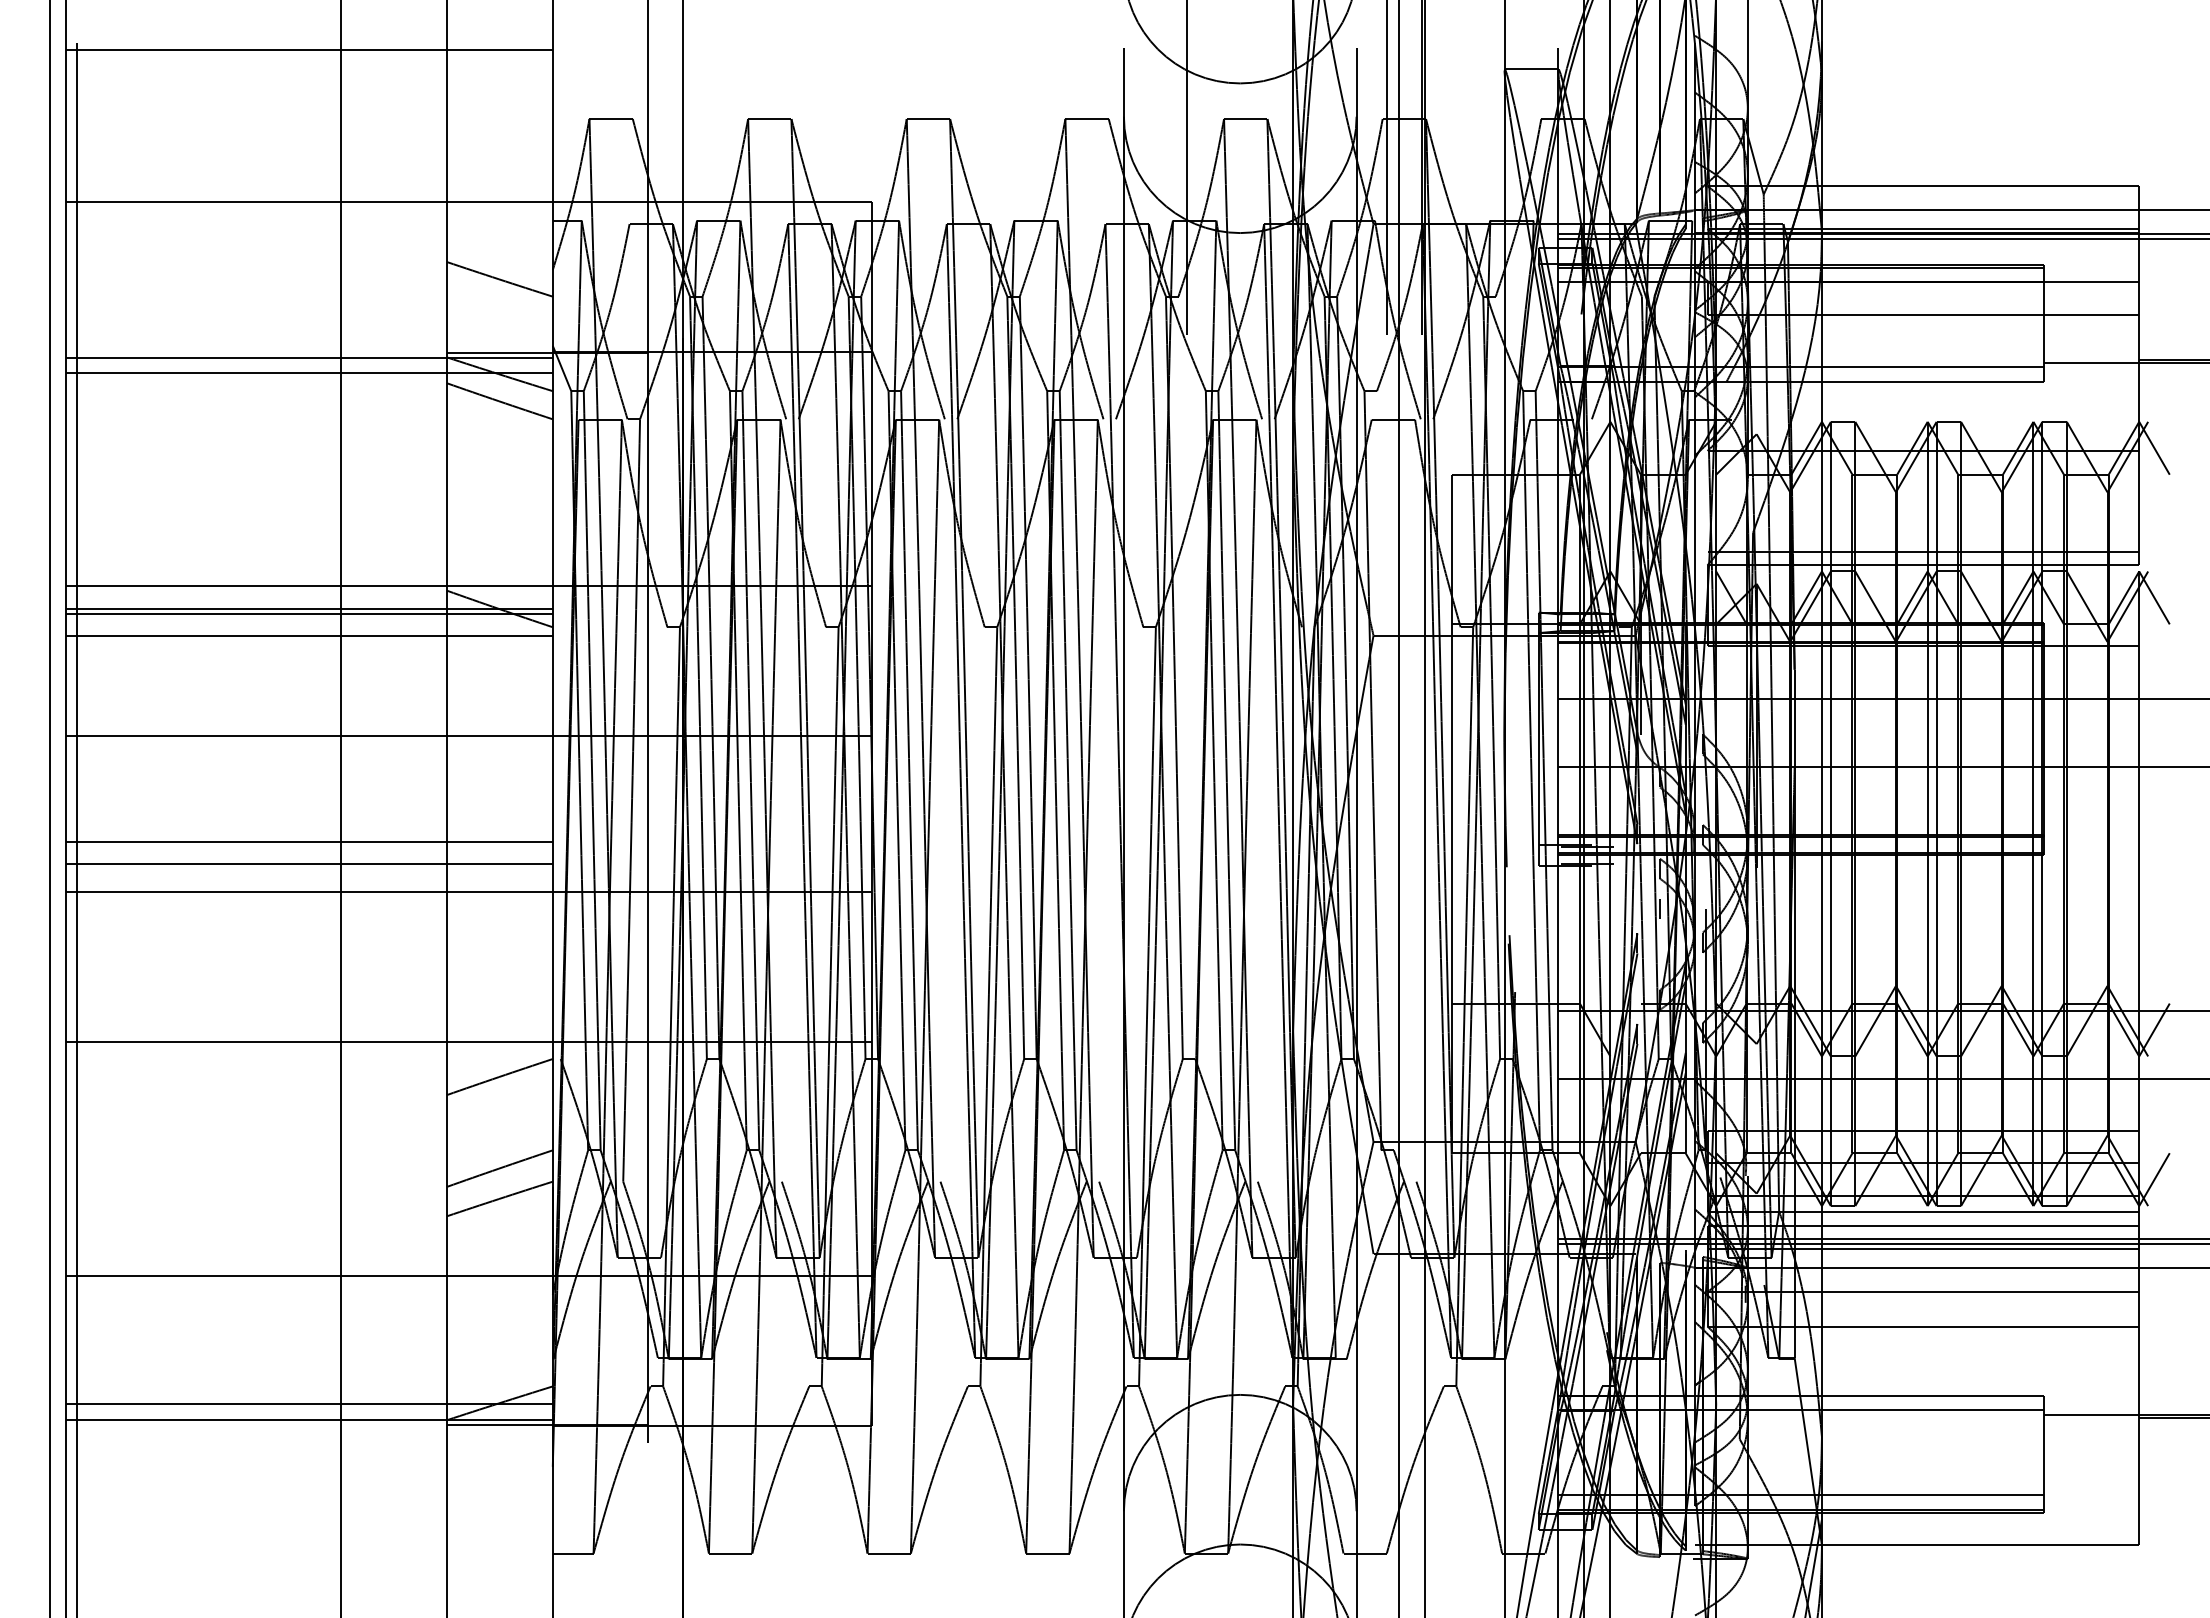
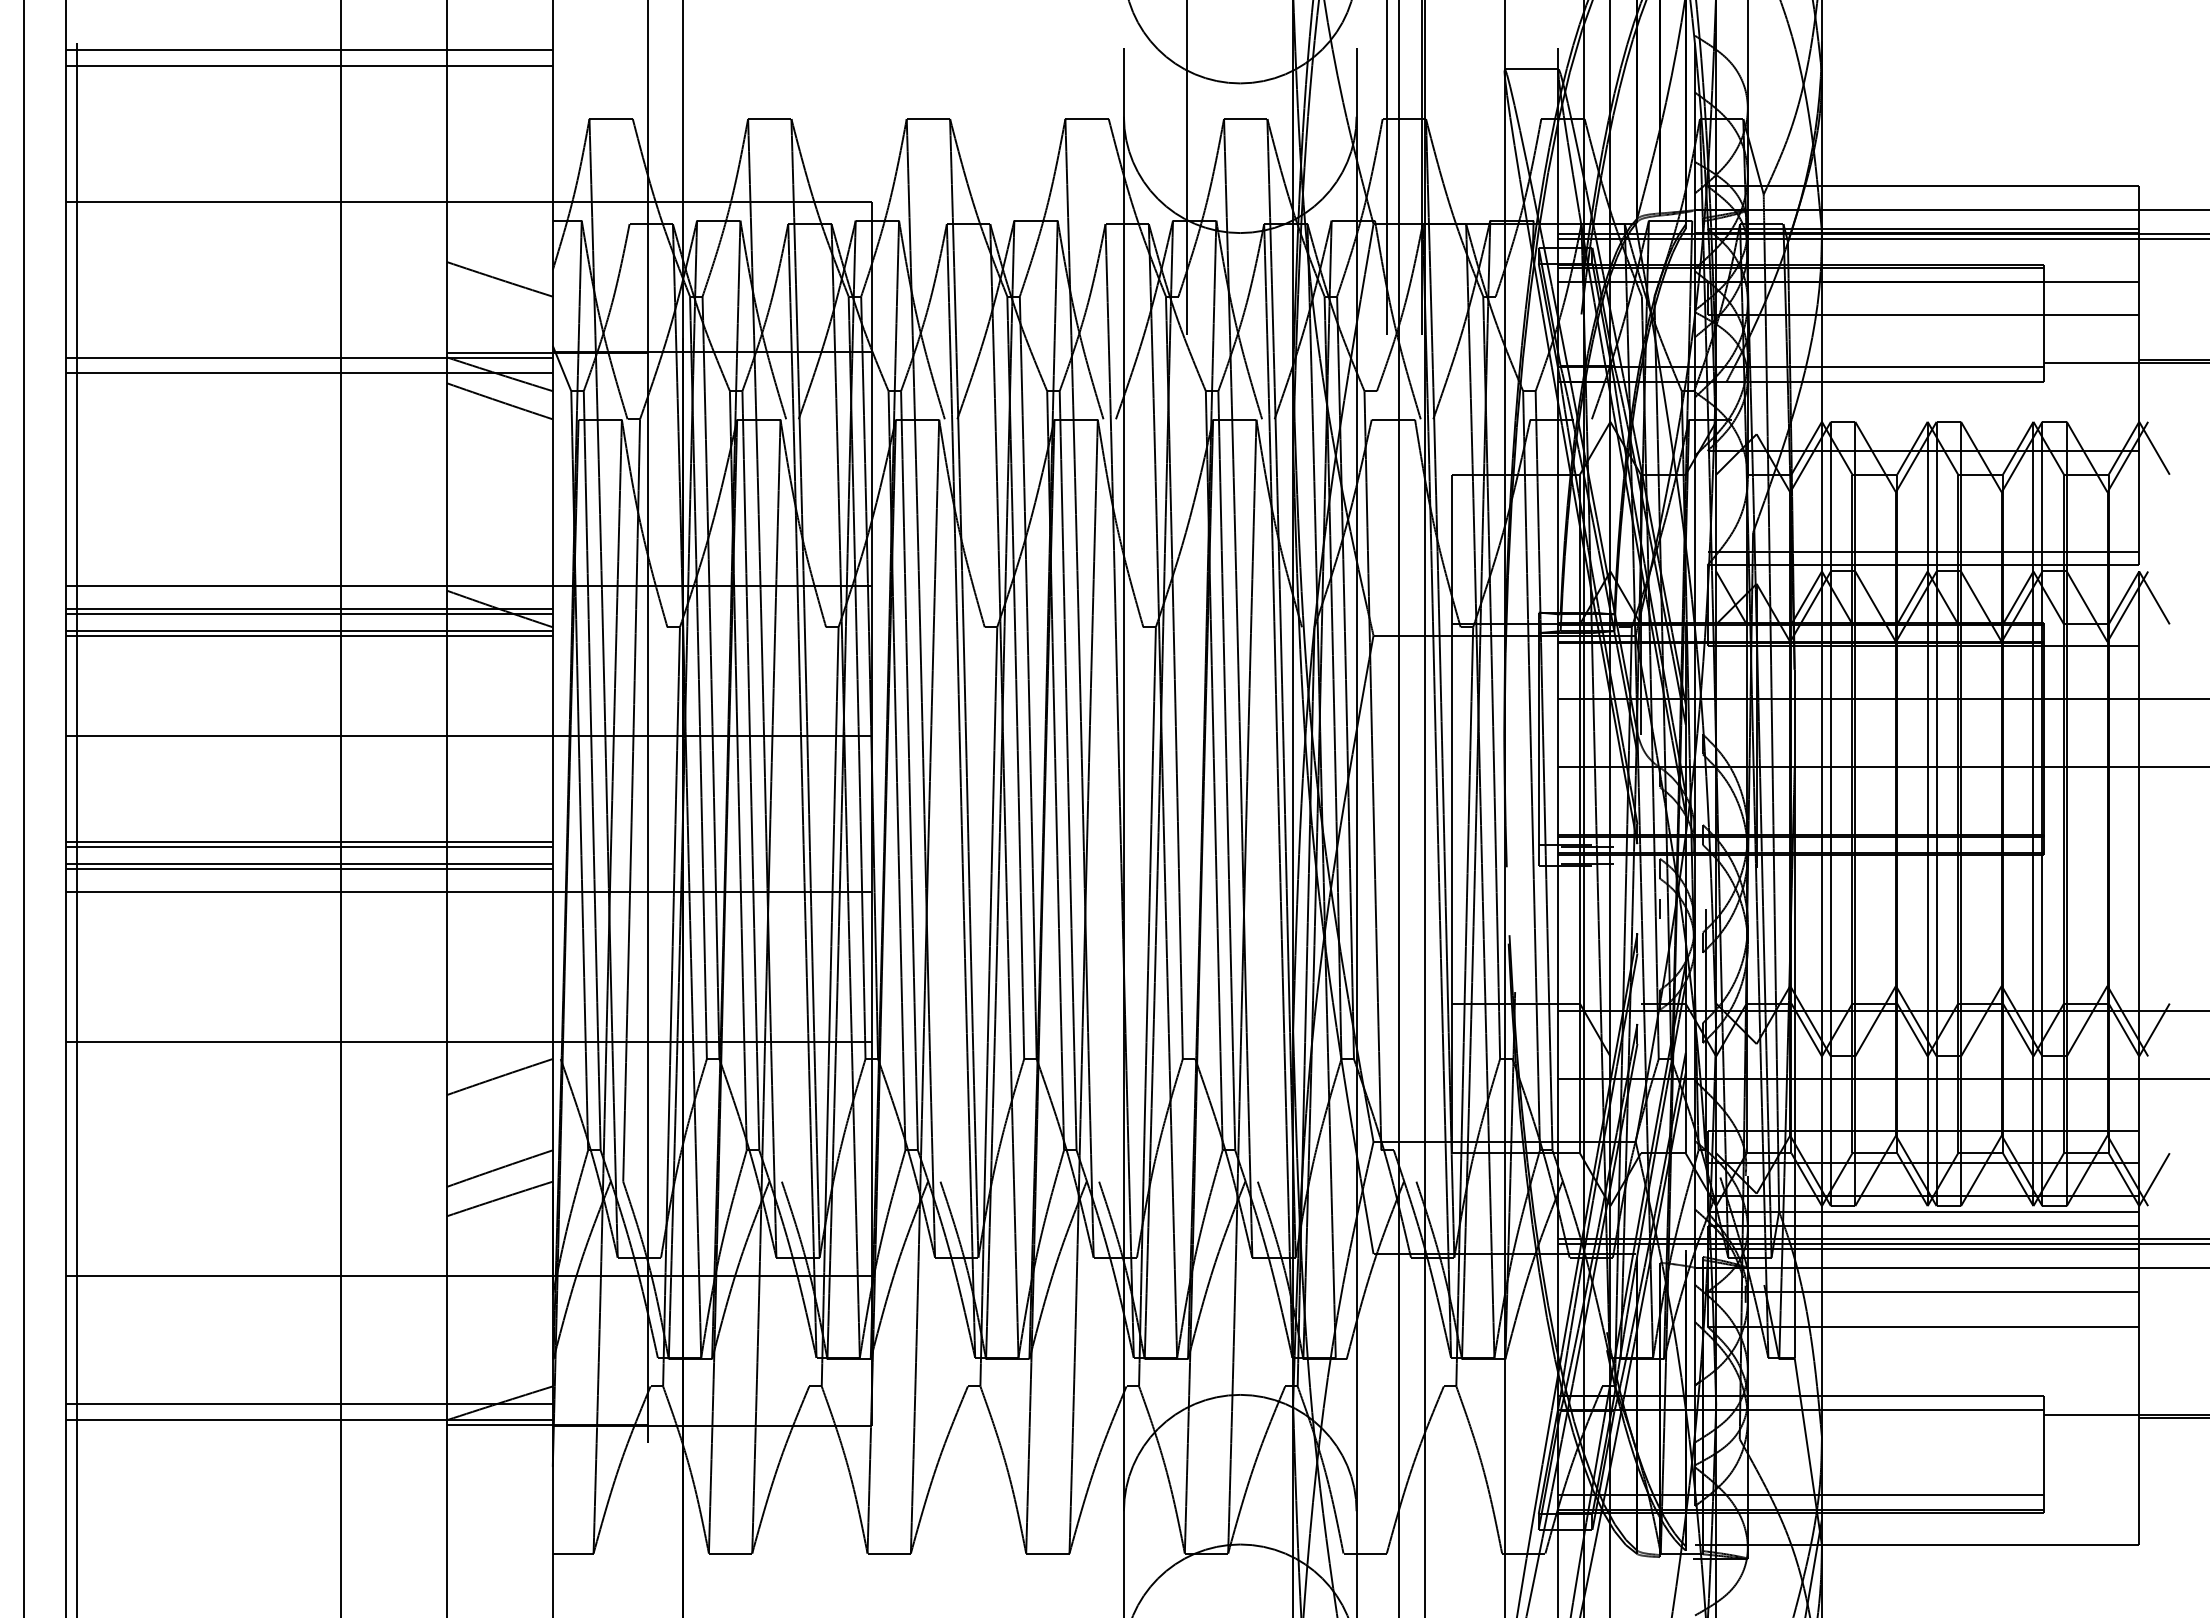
line at (309, 65): none -> present
line at (309, 631): none -> present
line at (49, 808) position: (49, 808) -> (23, 808)
line at (309, 847): none -> present
line at (309, 868): none -> present
